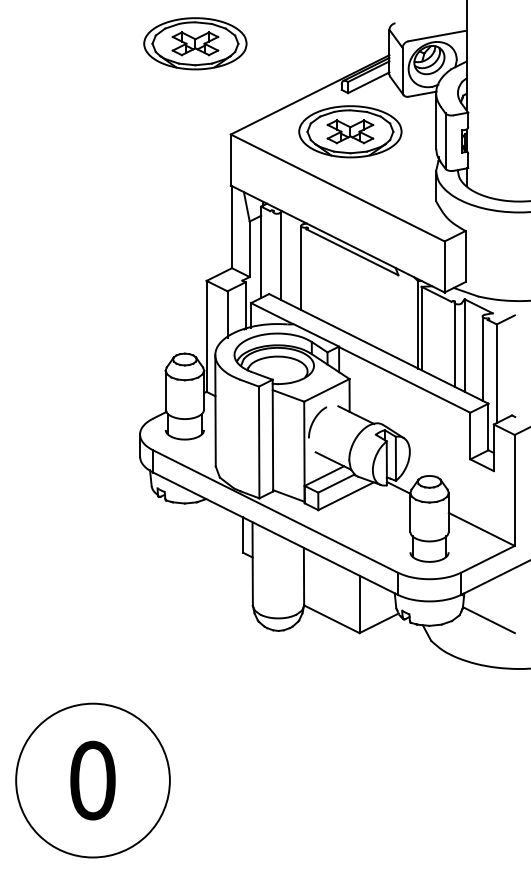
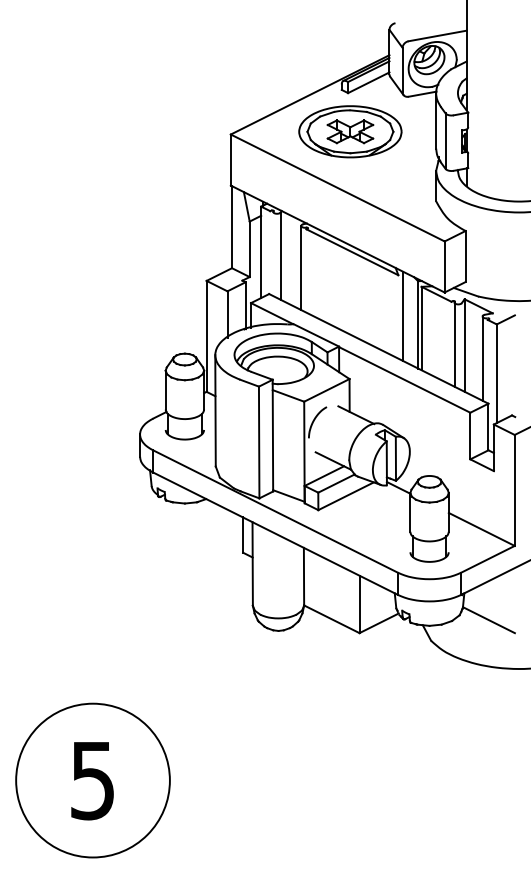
part at (195, 43): present -> none
line at (402, 315): none -> present
text at (92, 780): 0 -> 5
